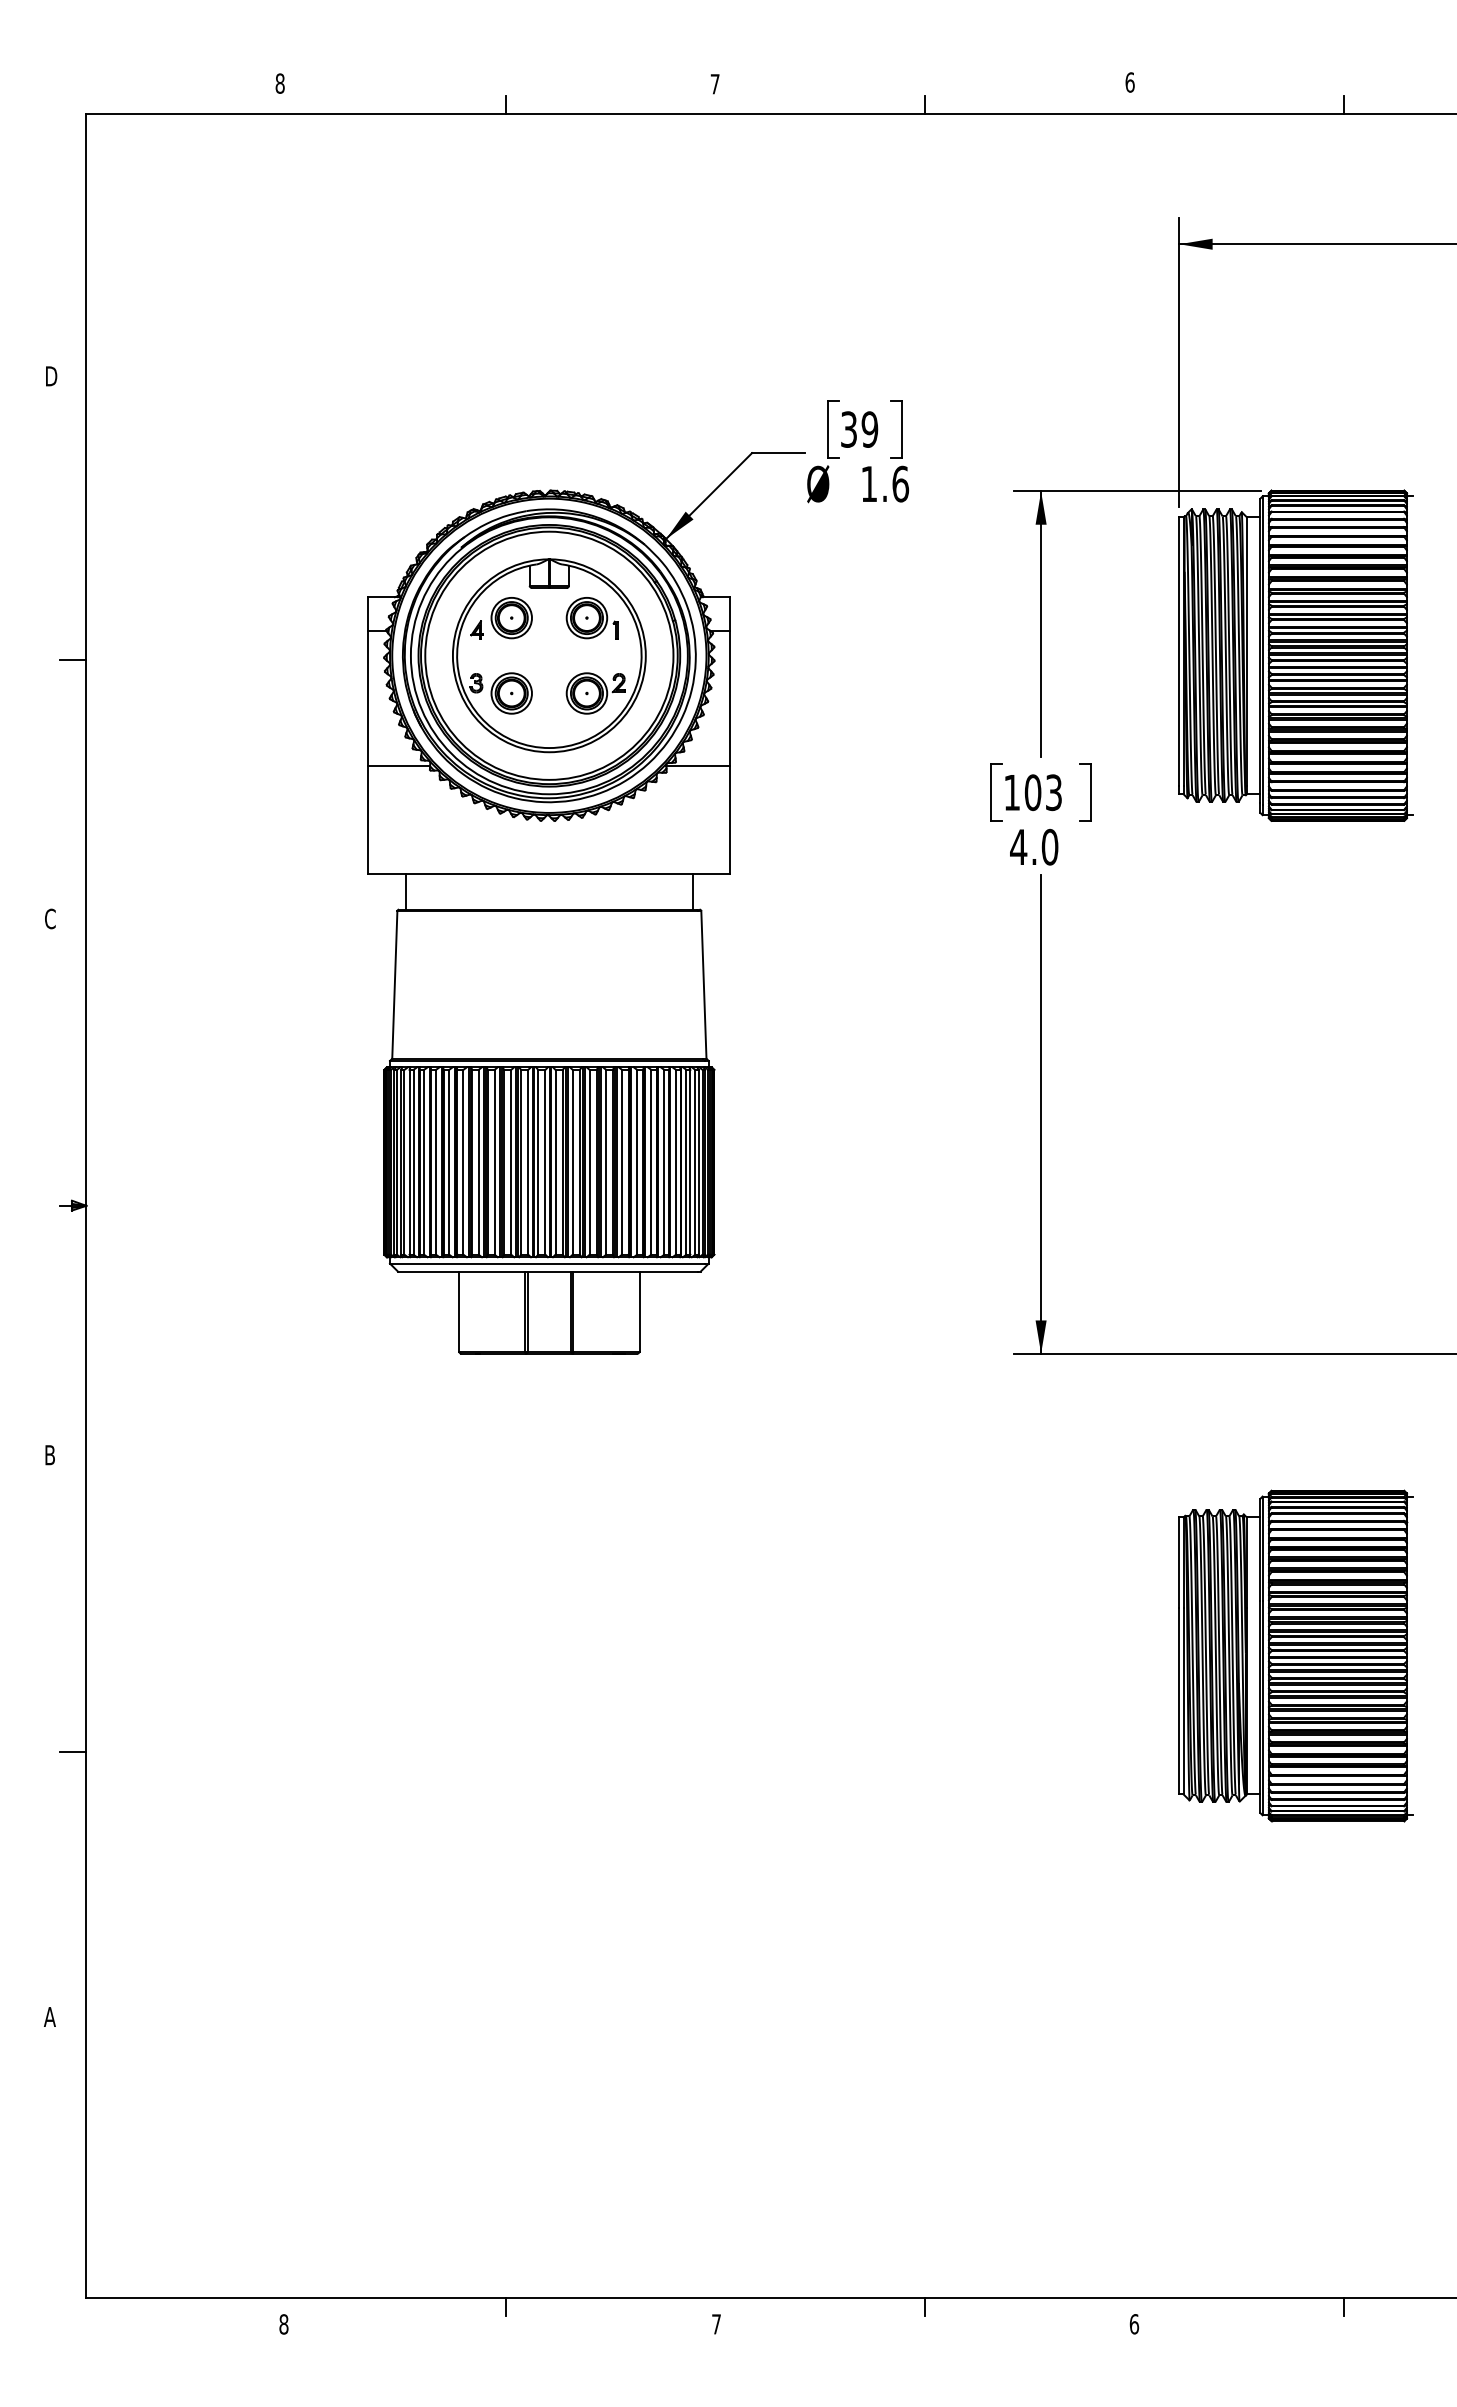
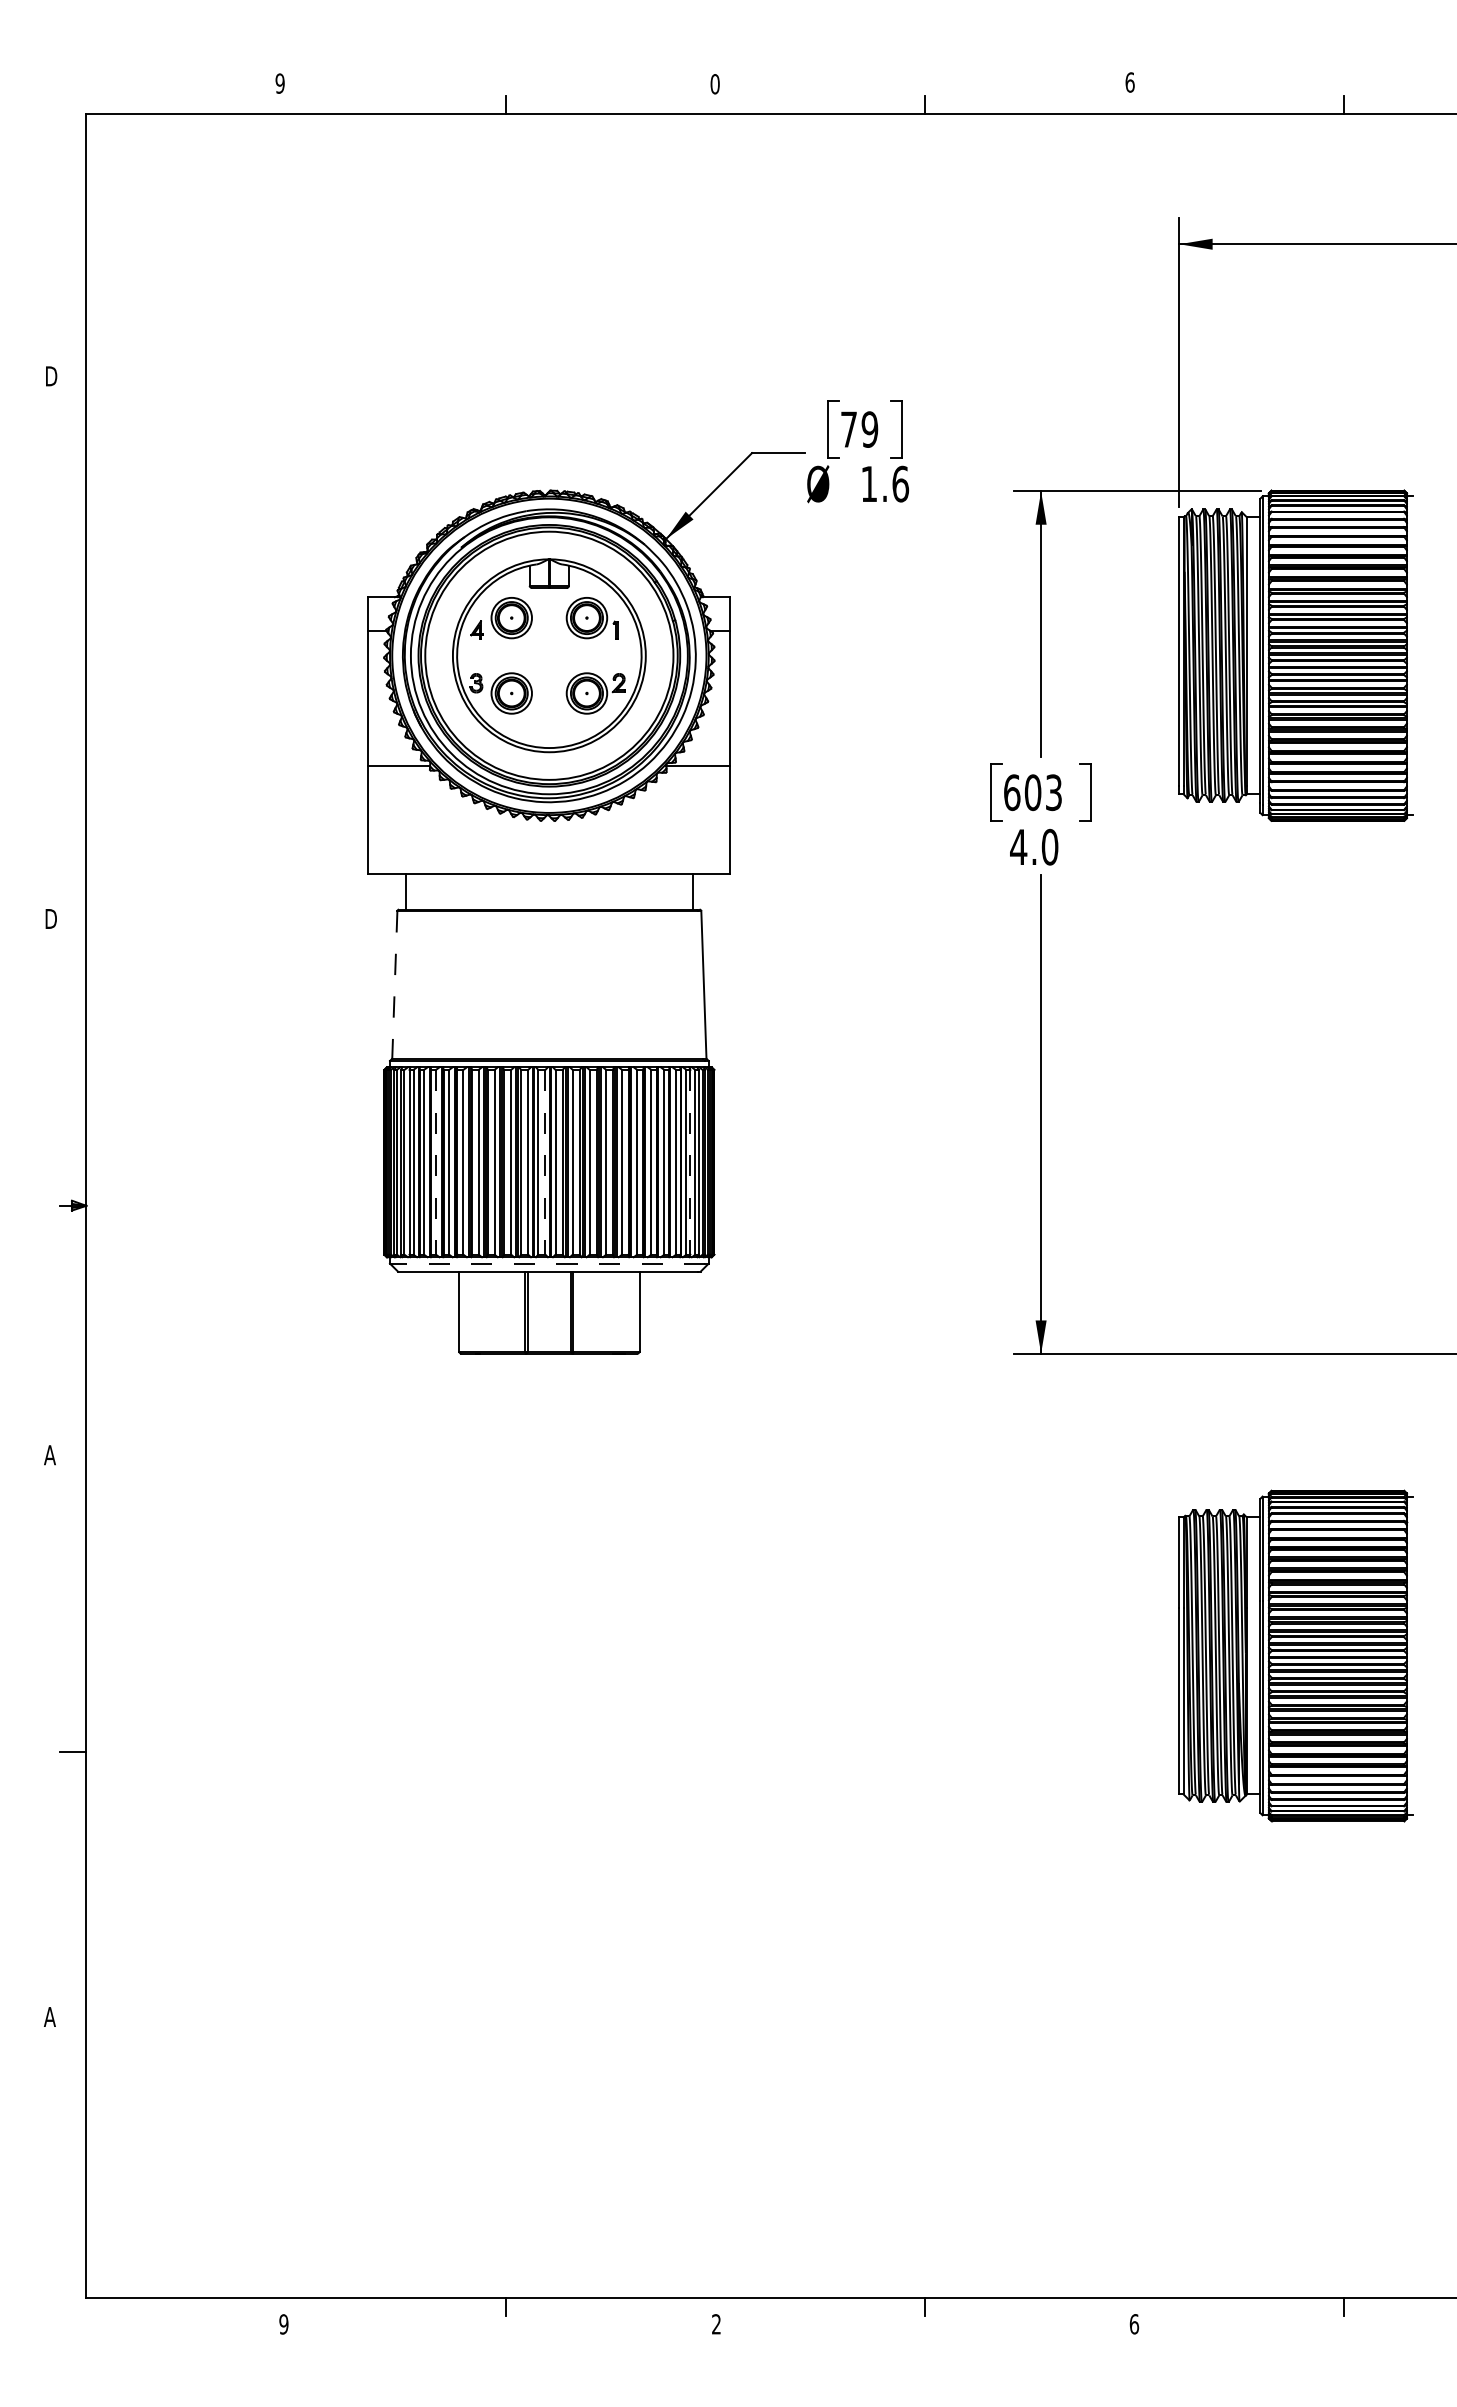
text at (279, 83): 8 -> 9
text at (714, 84): 7 -> 0
text at (848, 429): 39 -> 79
line at (72, 659): present -> none
text at (1012, 792): 103 -> 603
text at (50, 918): C -> D
line at (394, 984): solid -> dashed
line at (436, 1162): solid -> dashed
line at (545, 1162): solid -> dashed
line at (690, 1162): solid -> dashed
line at (547, 1263): solid -> dashed
text at (49, 1455): B -> A
text at (283, 2324): 8 -> 9
text at (716, 2324): 7 -> 2
